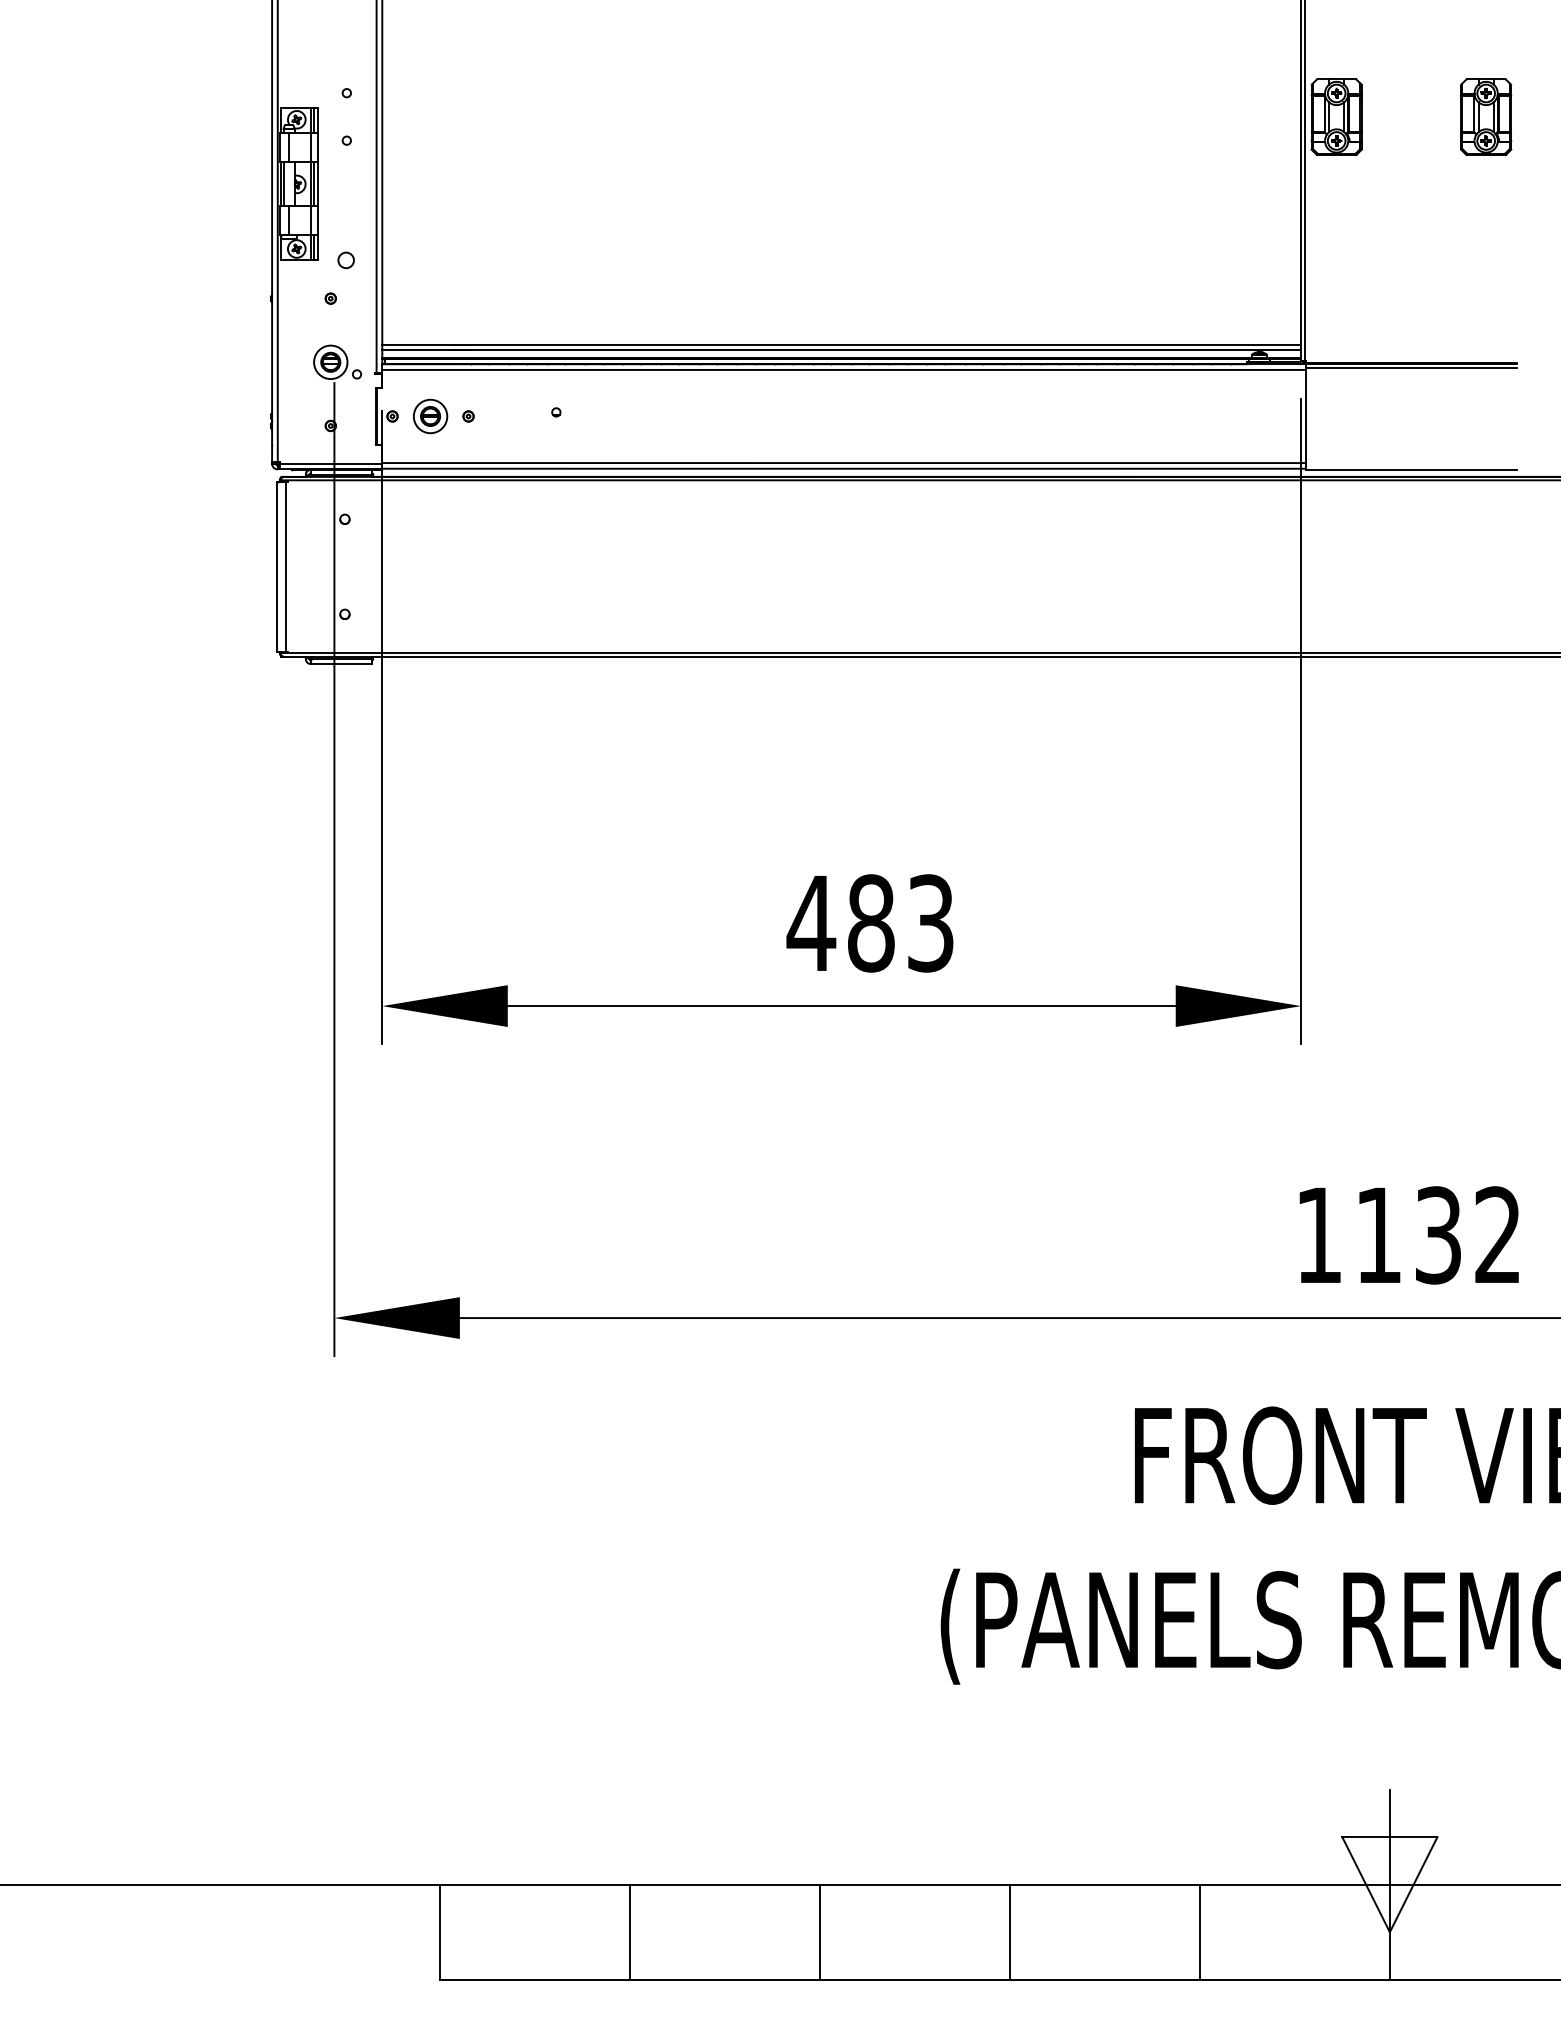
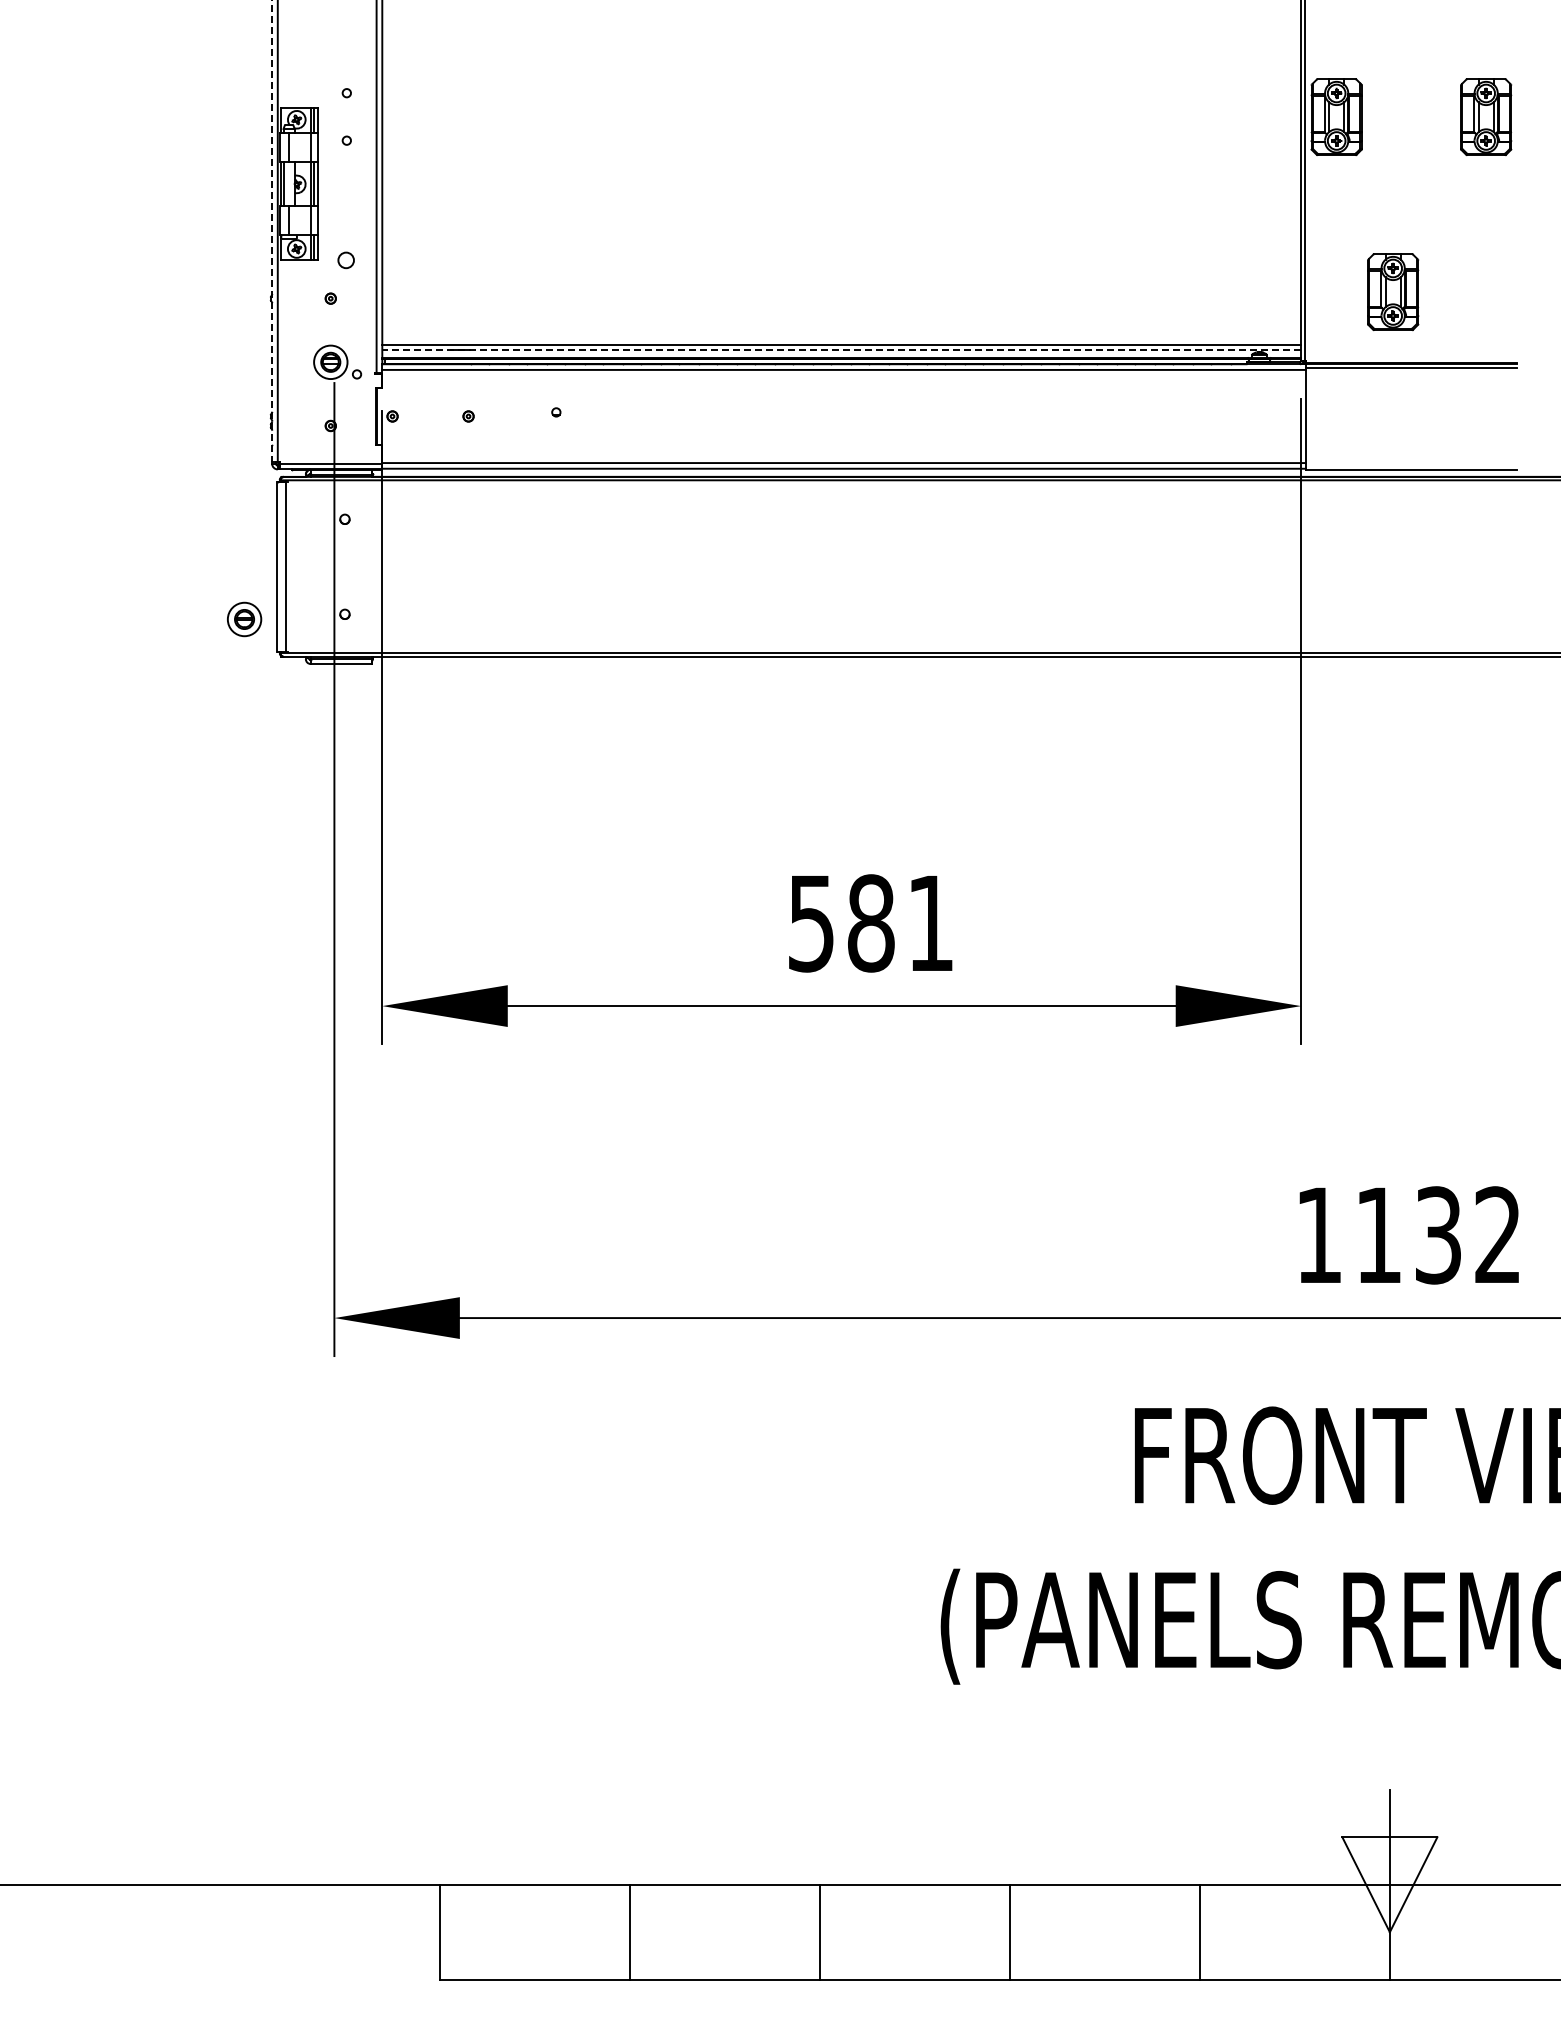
line at (272, 231): solid -> dashed
part at (1393, 292): none -> present
line at (841, 349): solid -> dashed
part at (430, 416) position: (430, 416) -> (244, 619)
text at (869, 923): 483 -> 581
